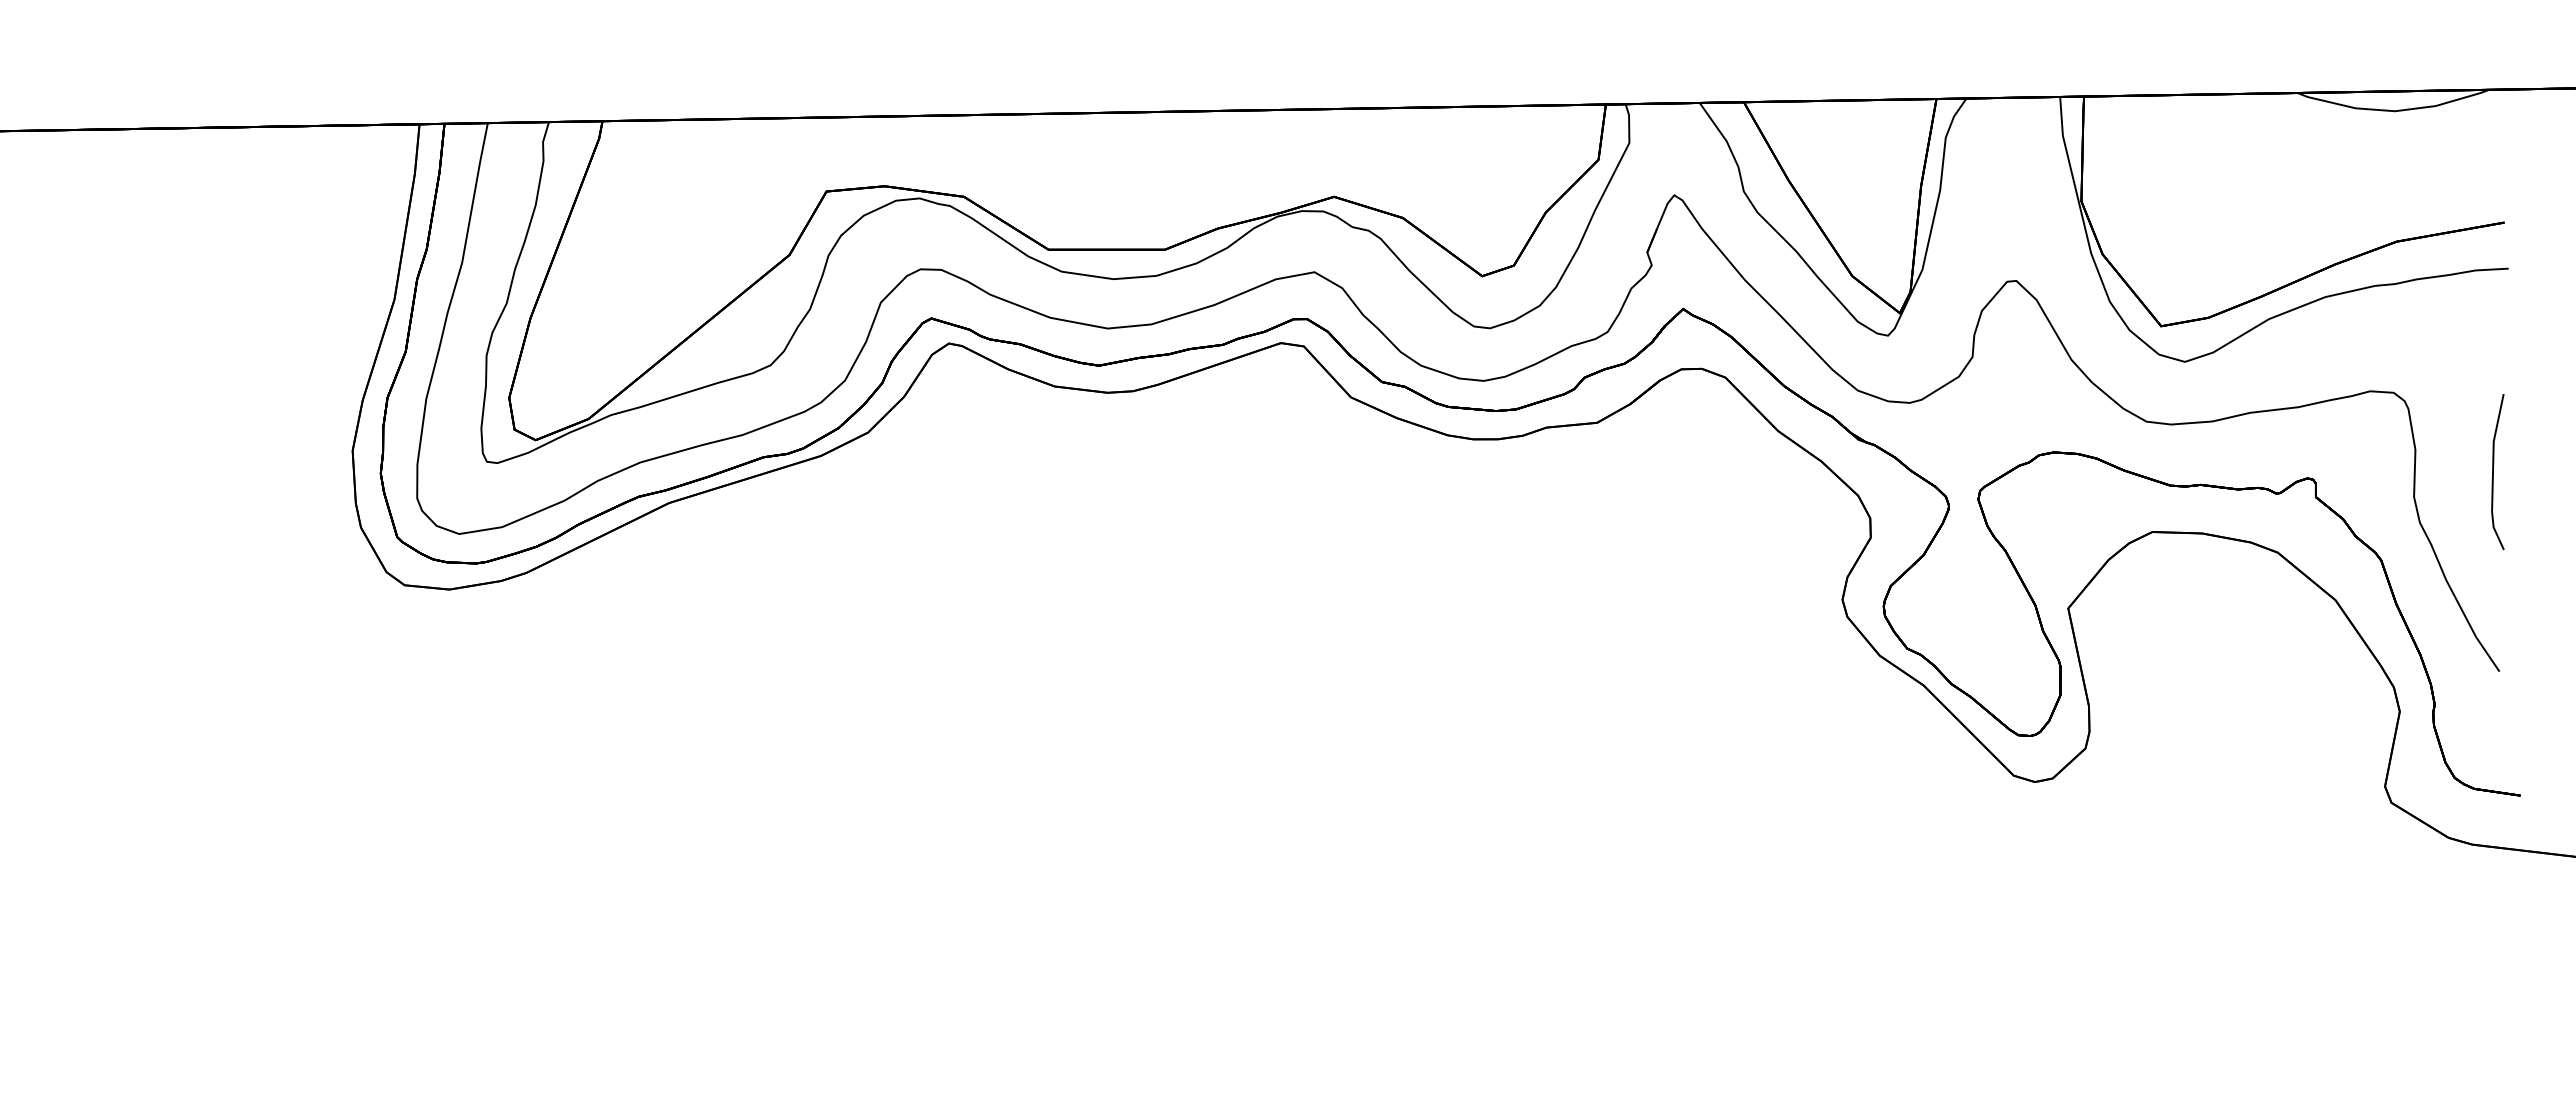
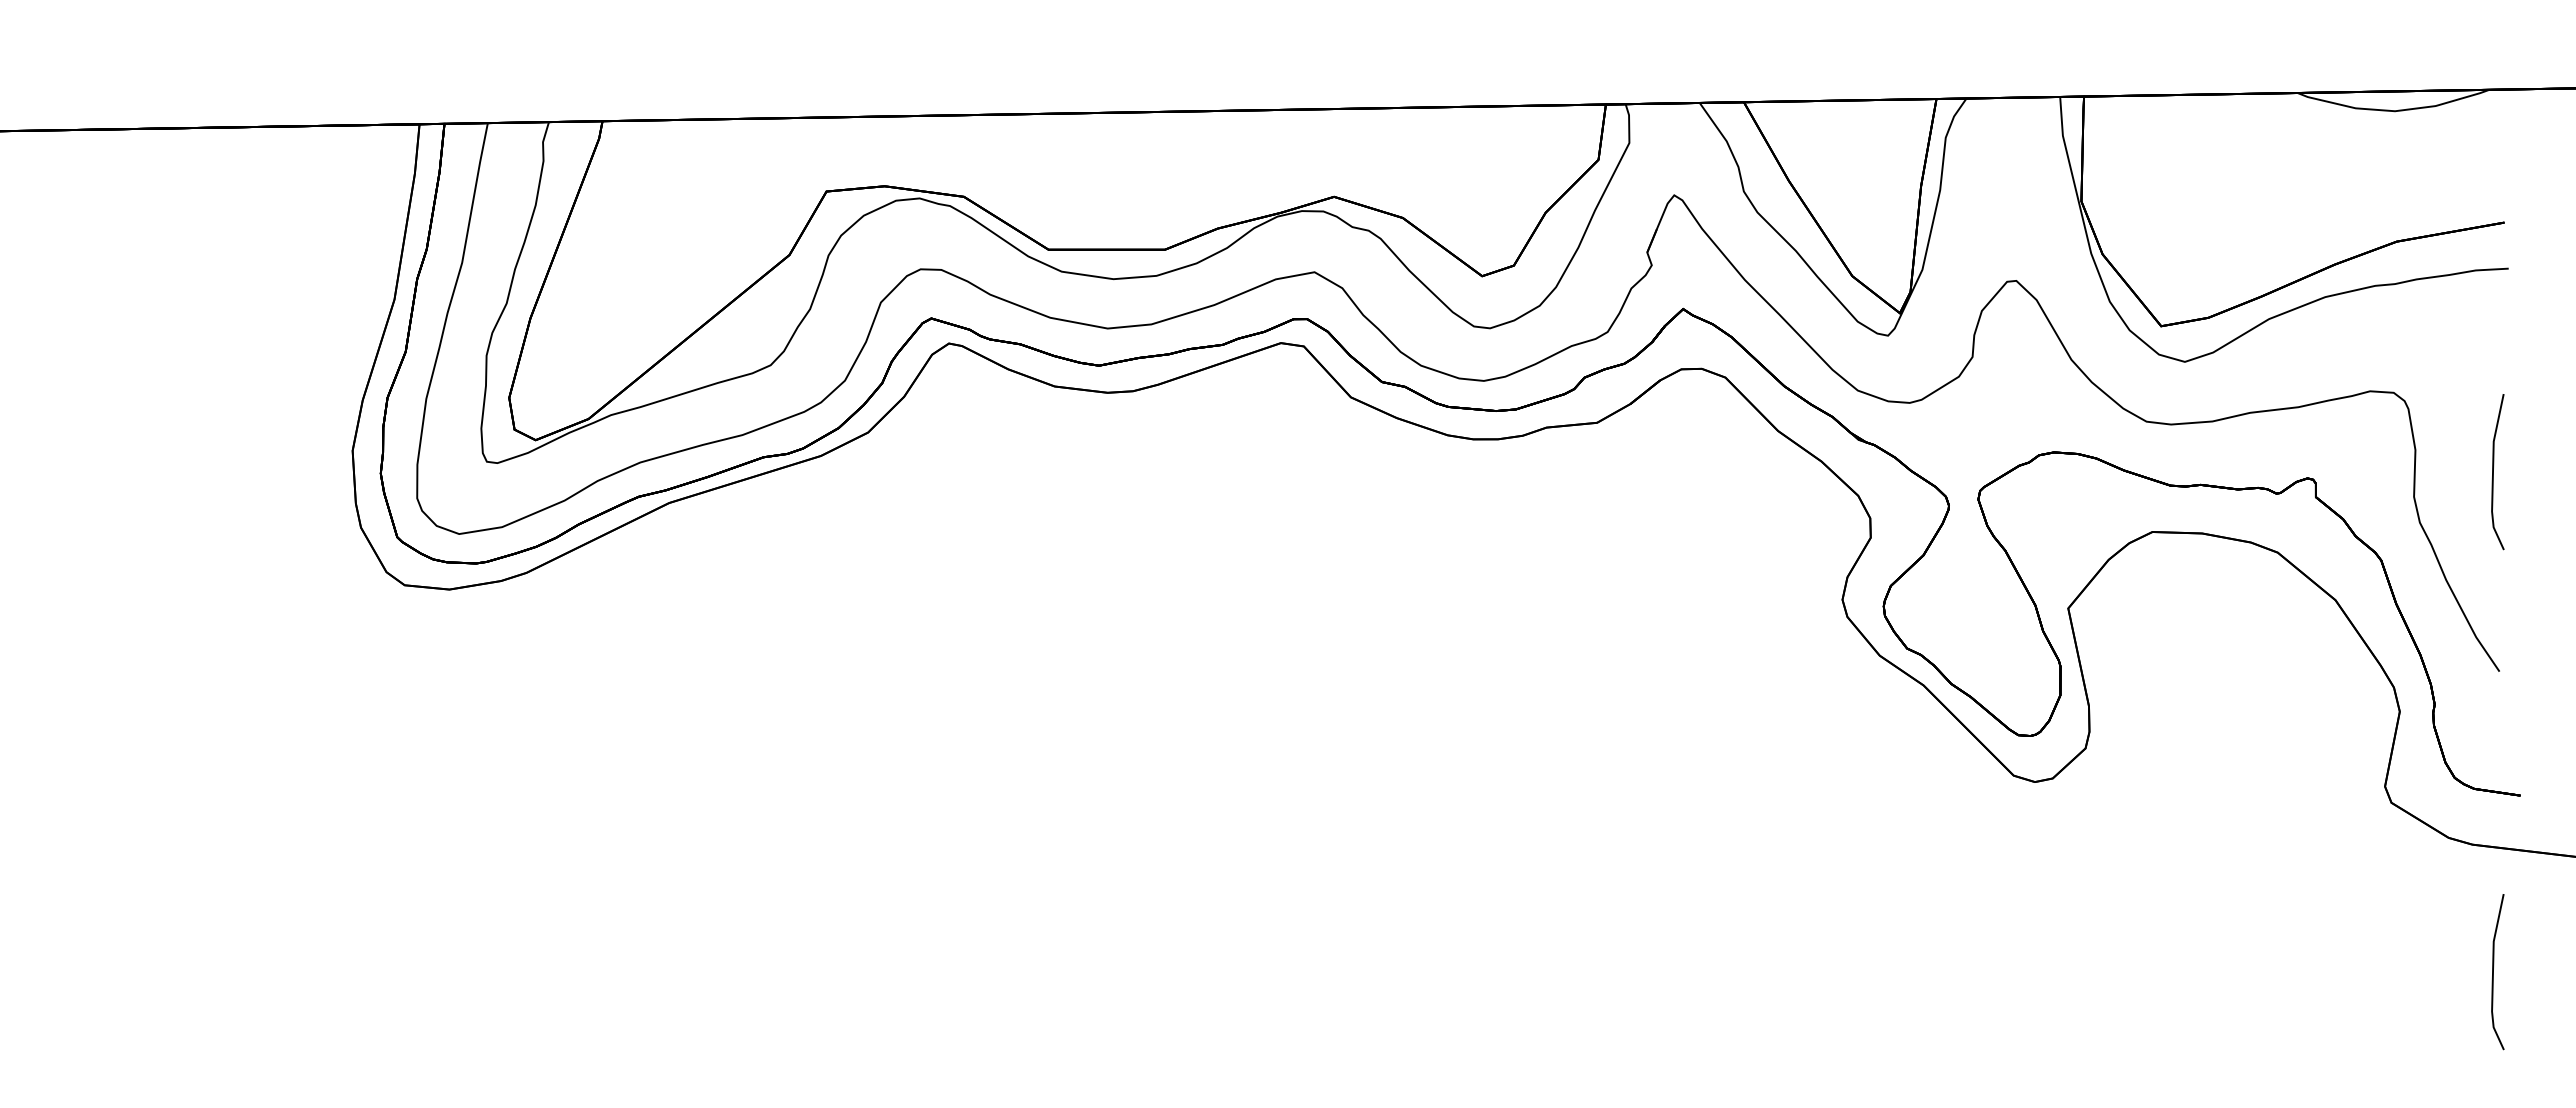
line at (2493, 972): none -> present
